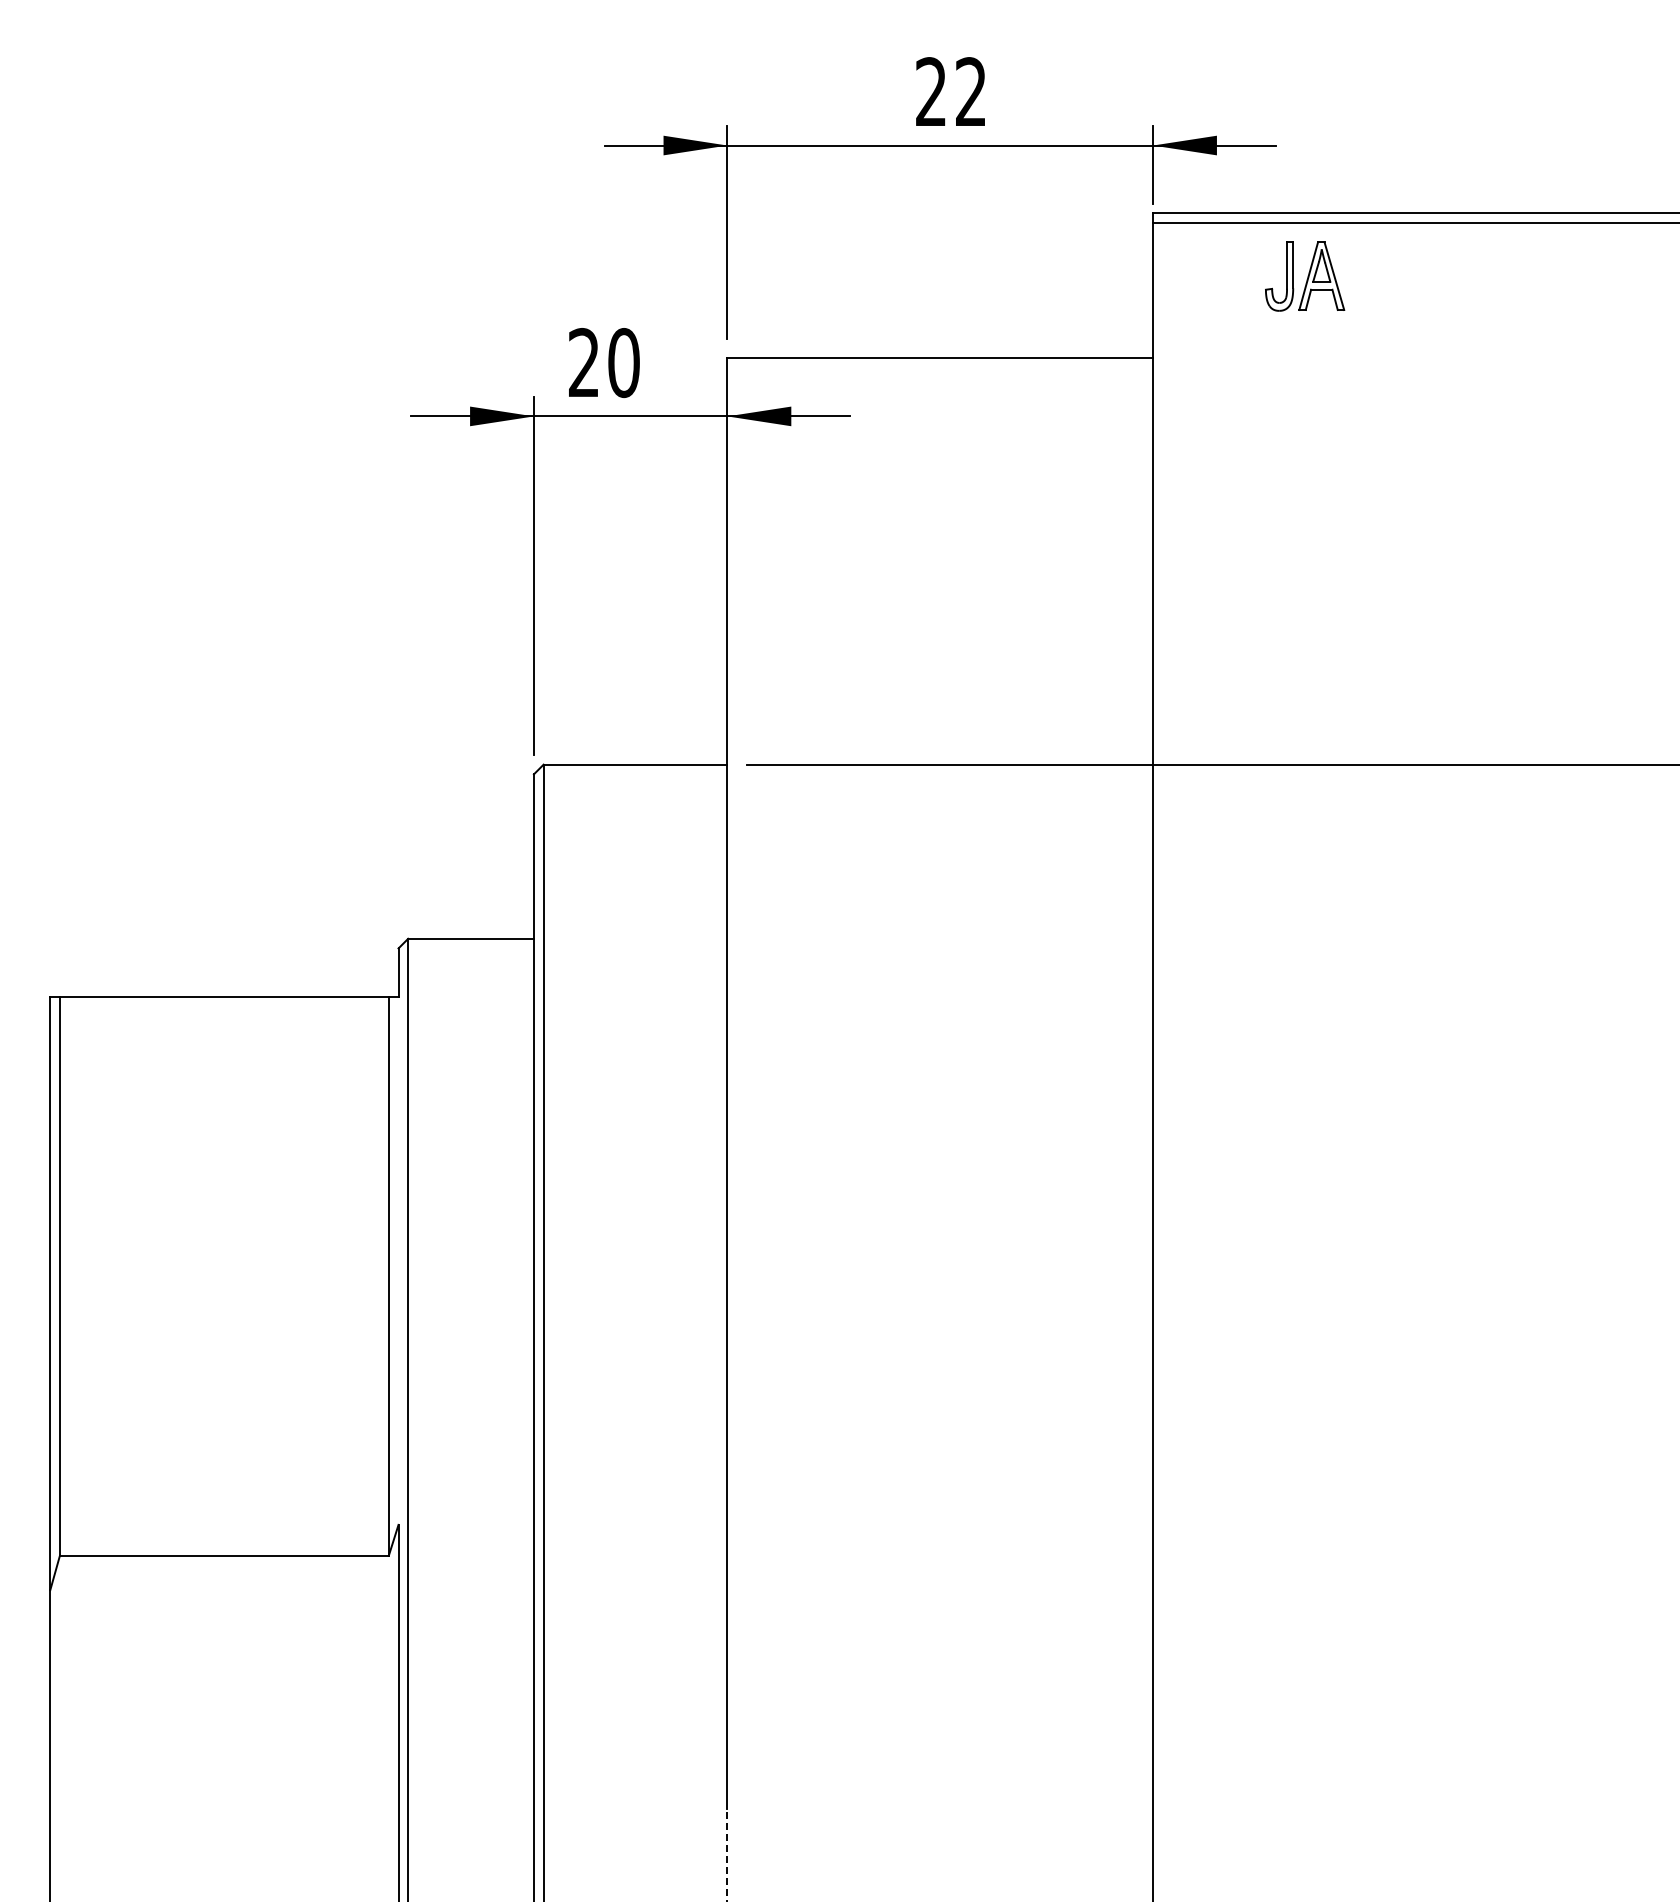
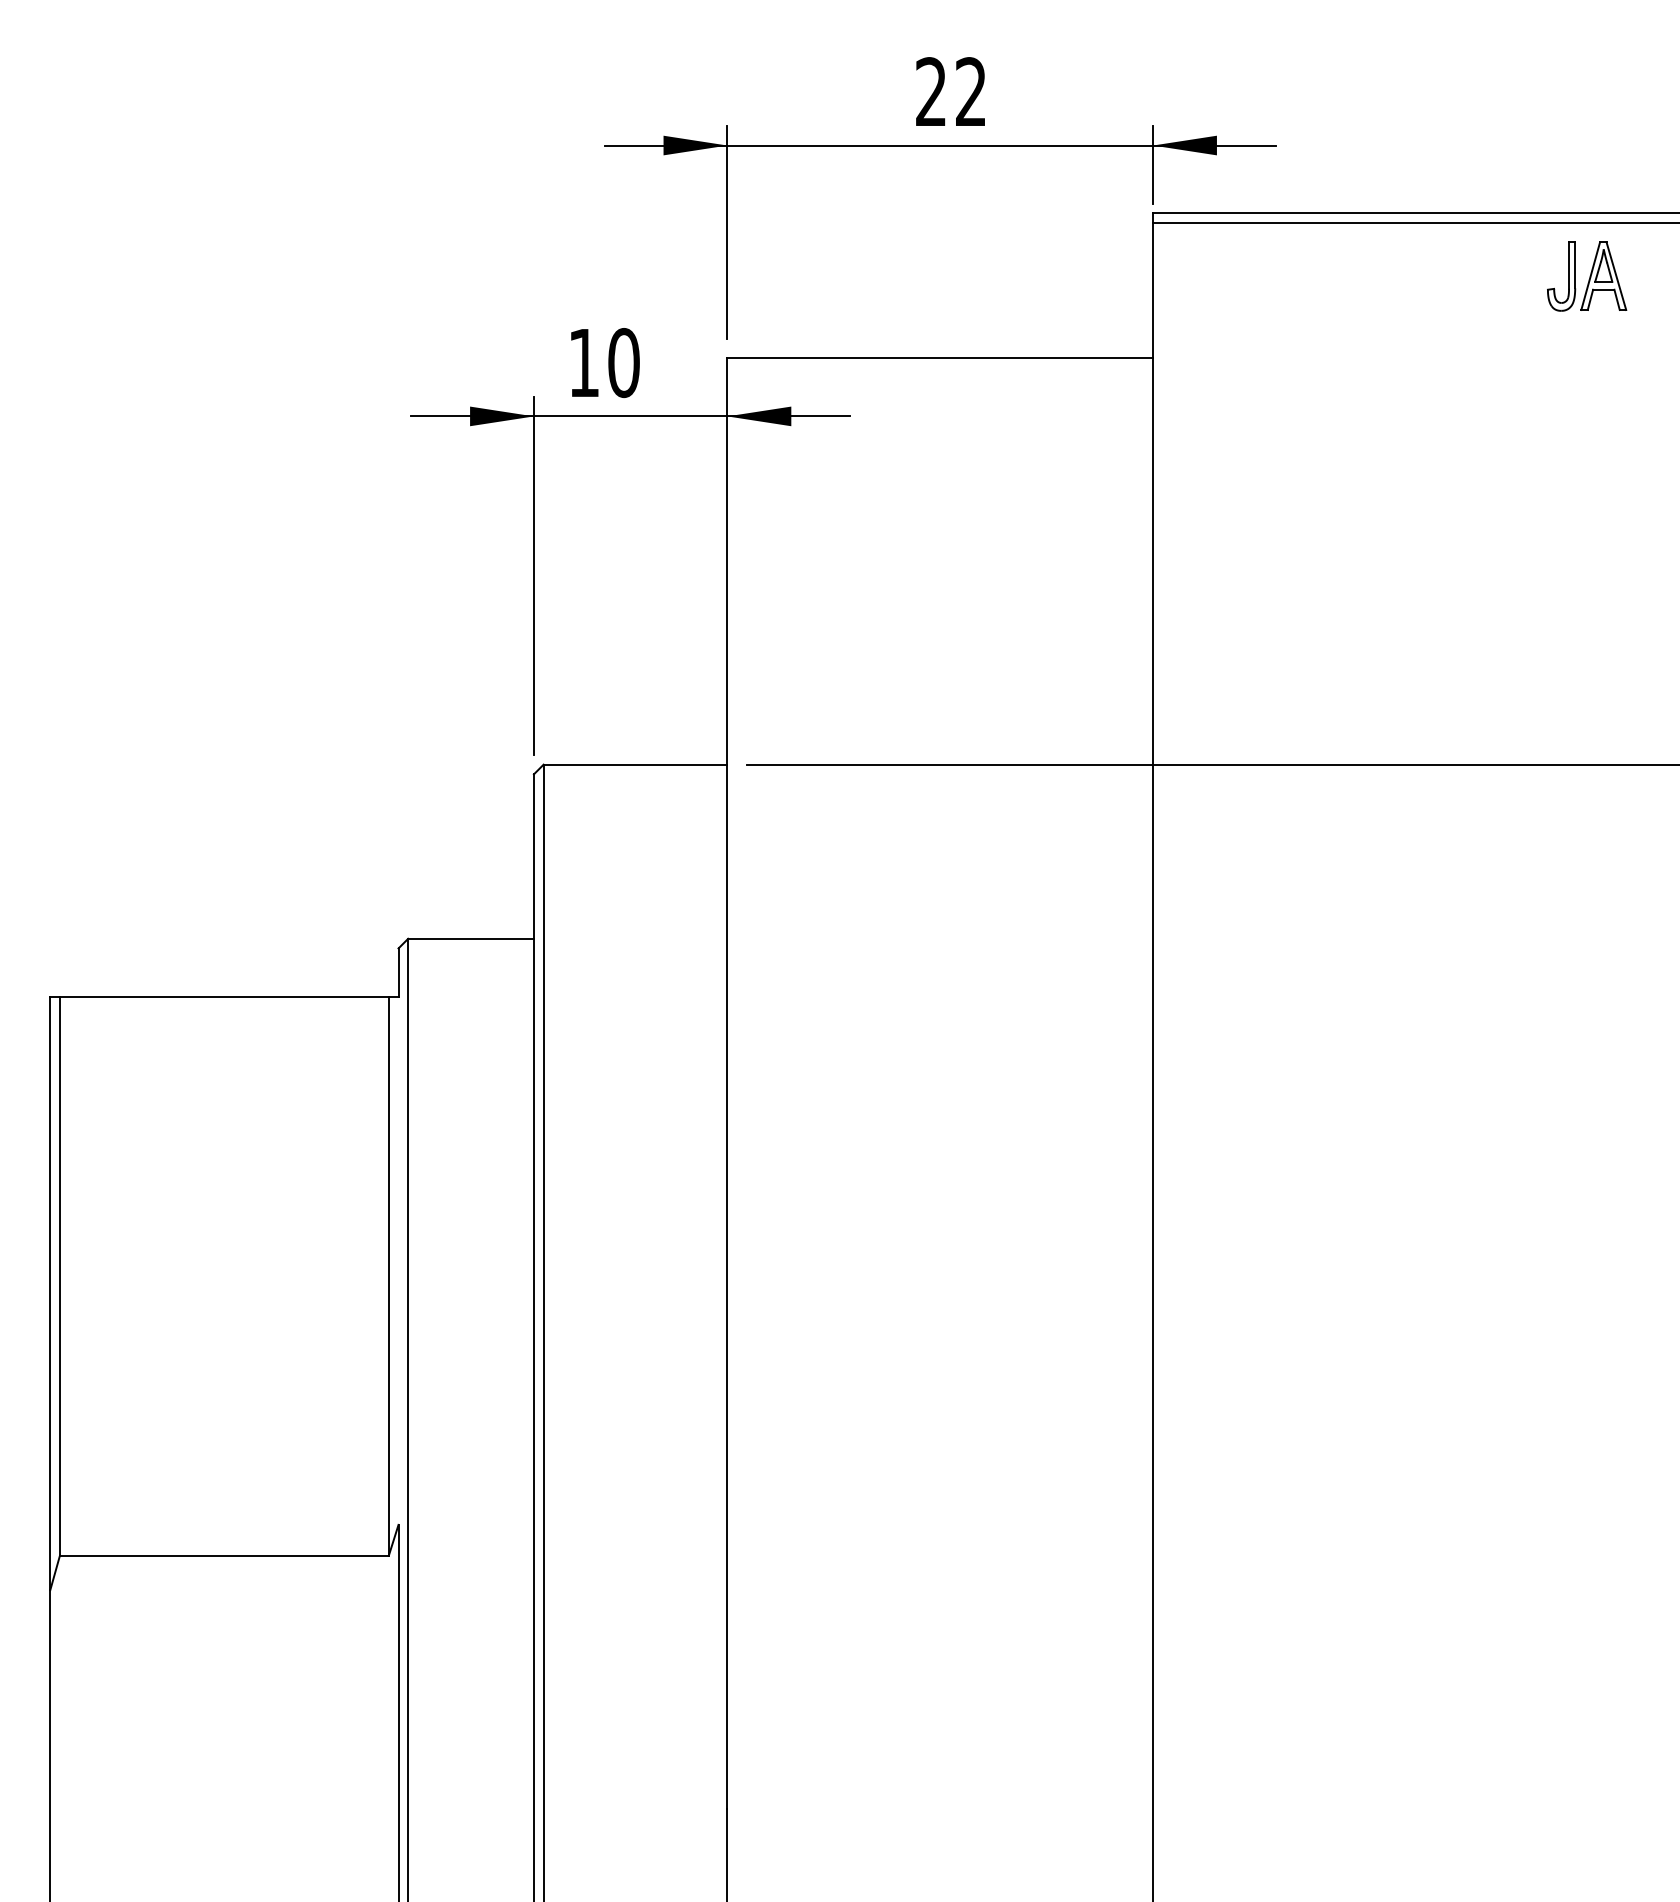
part at (1305, 276) position: (1305, 276) -> (1587, 276)
text at (583, 362): 20 -> 10
line at (727, 1855): dashed -> solid
